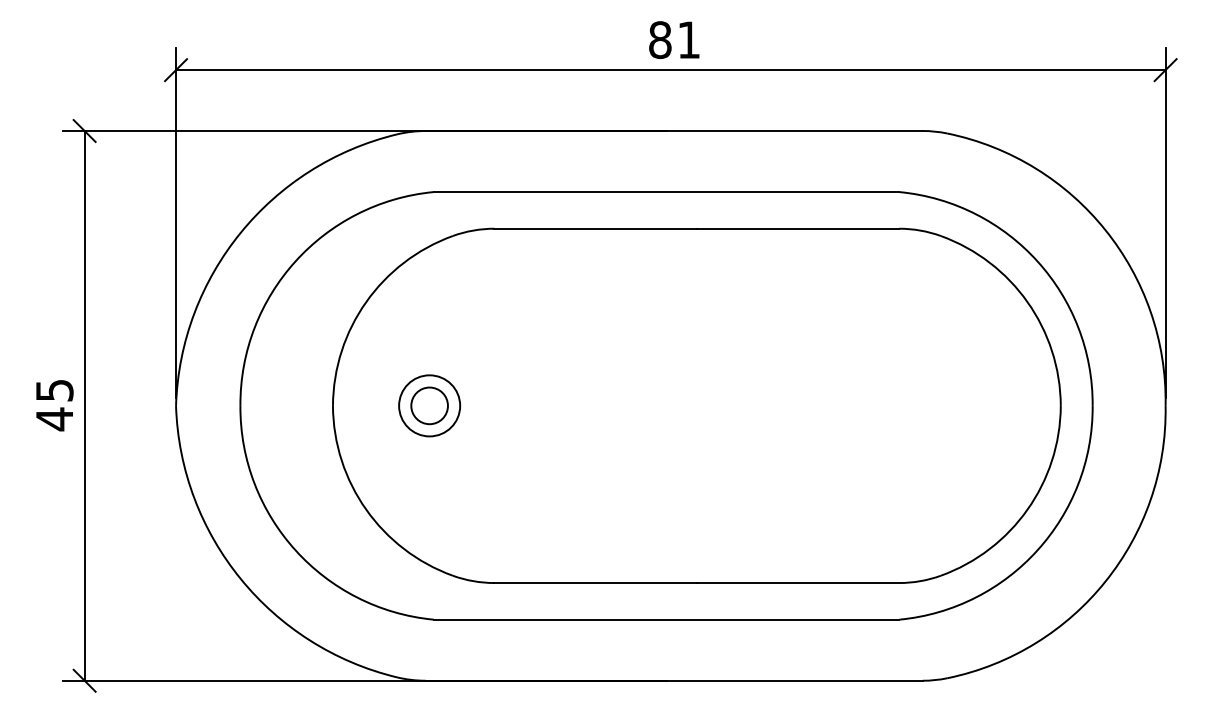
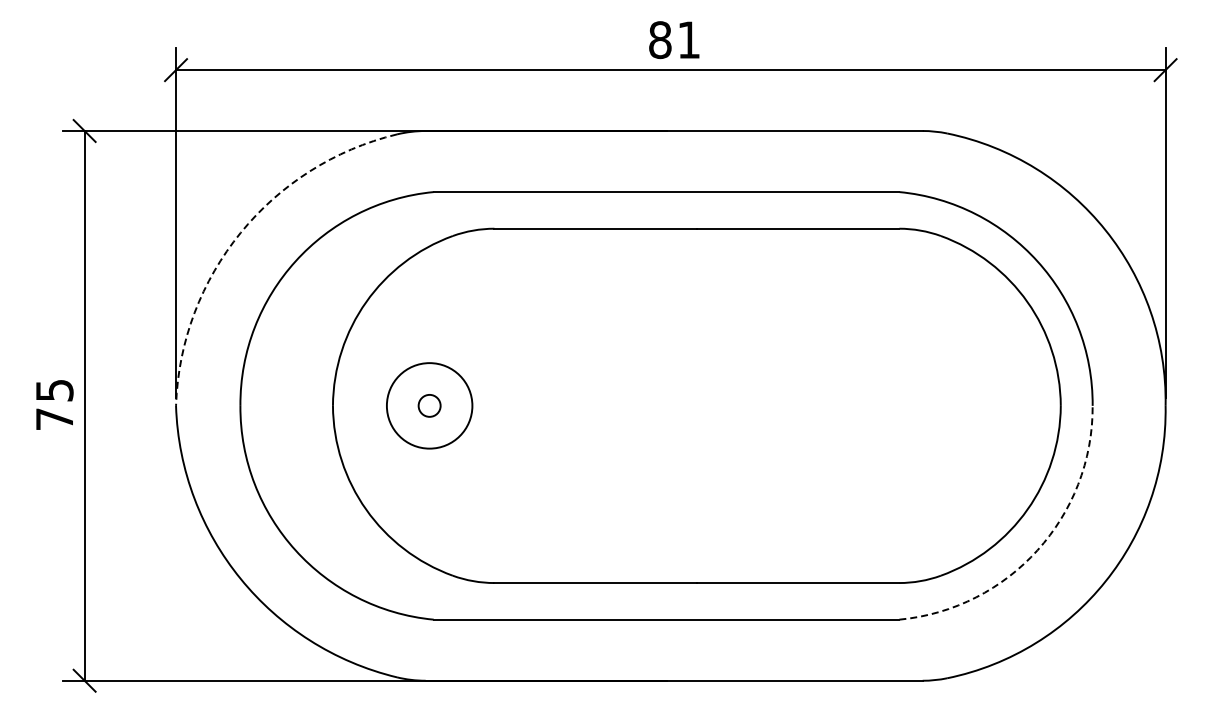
arc at (240, 232): solid -> dashed
circle at (429, 405) diameter: 37 px -> 22 px
circle at (429, 405) diameter: 61 px -> 86 px
text at (54, 419): 45 -> 75
arc at (1037, 550): solid -> dashed
